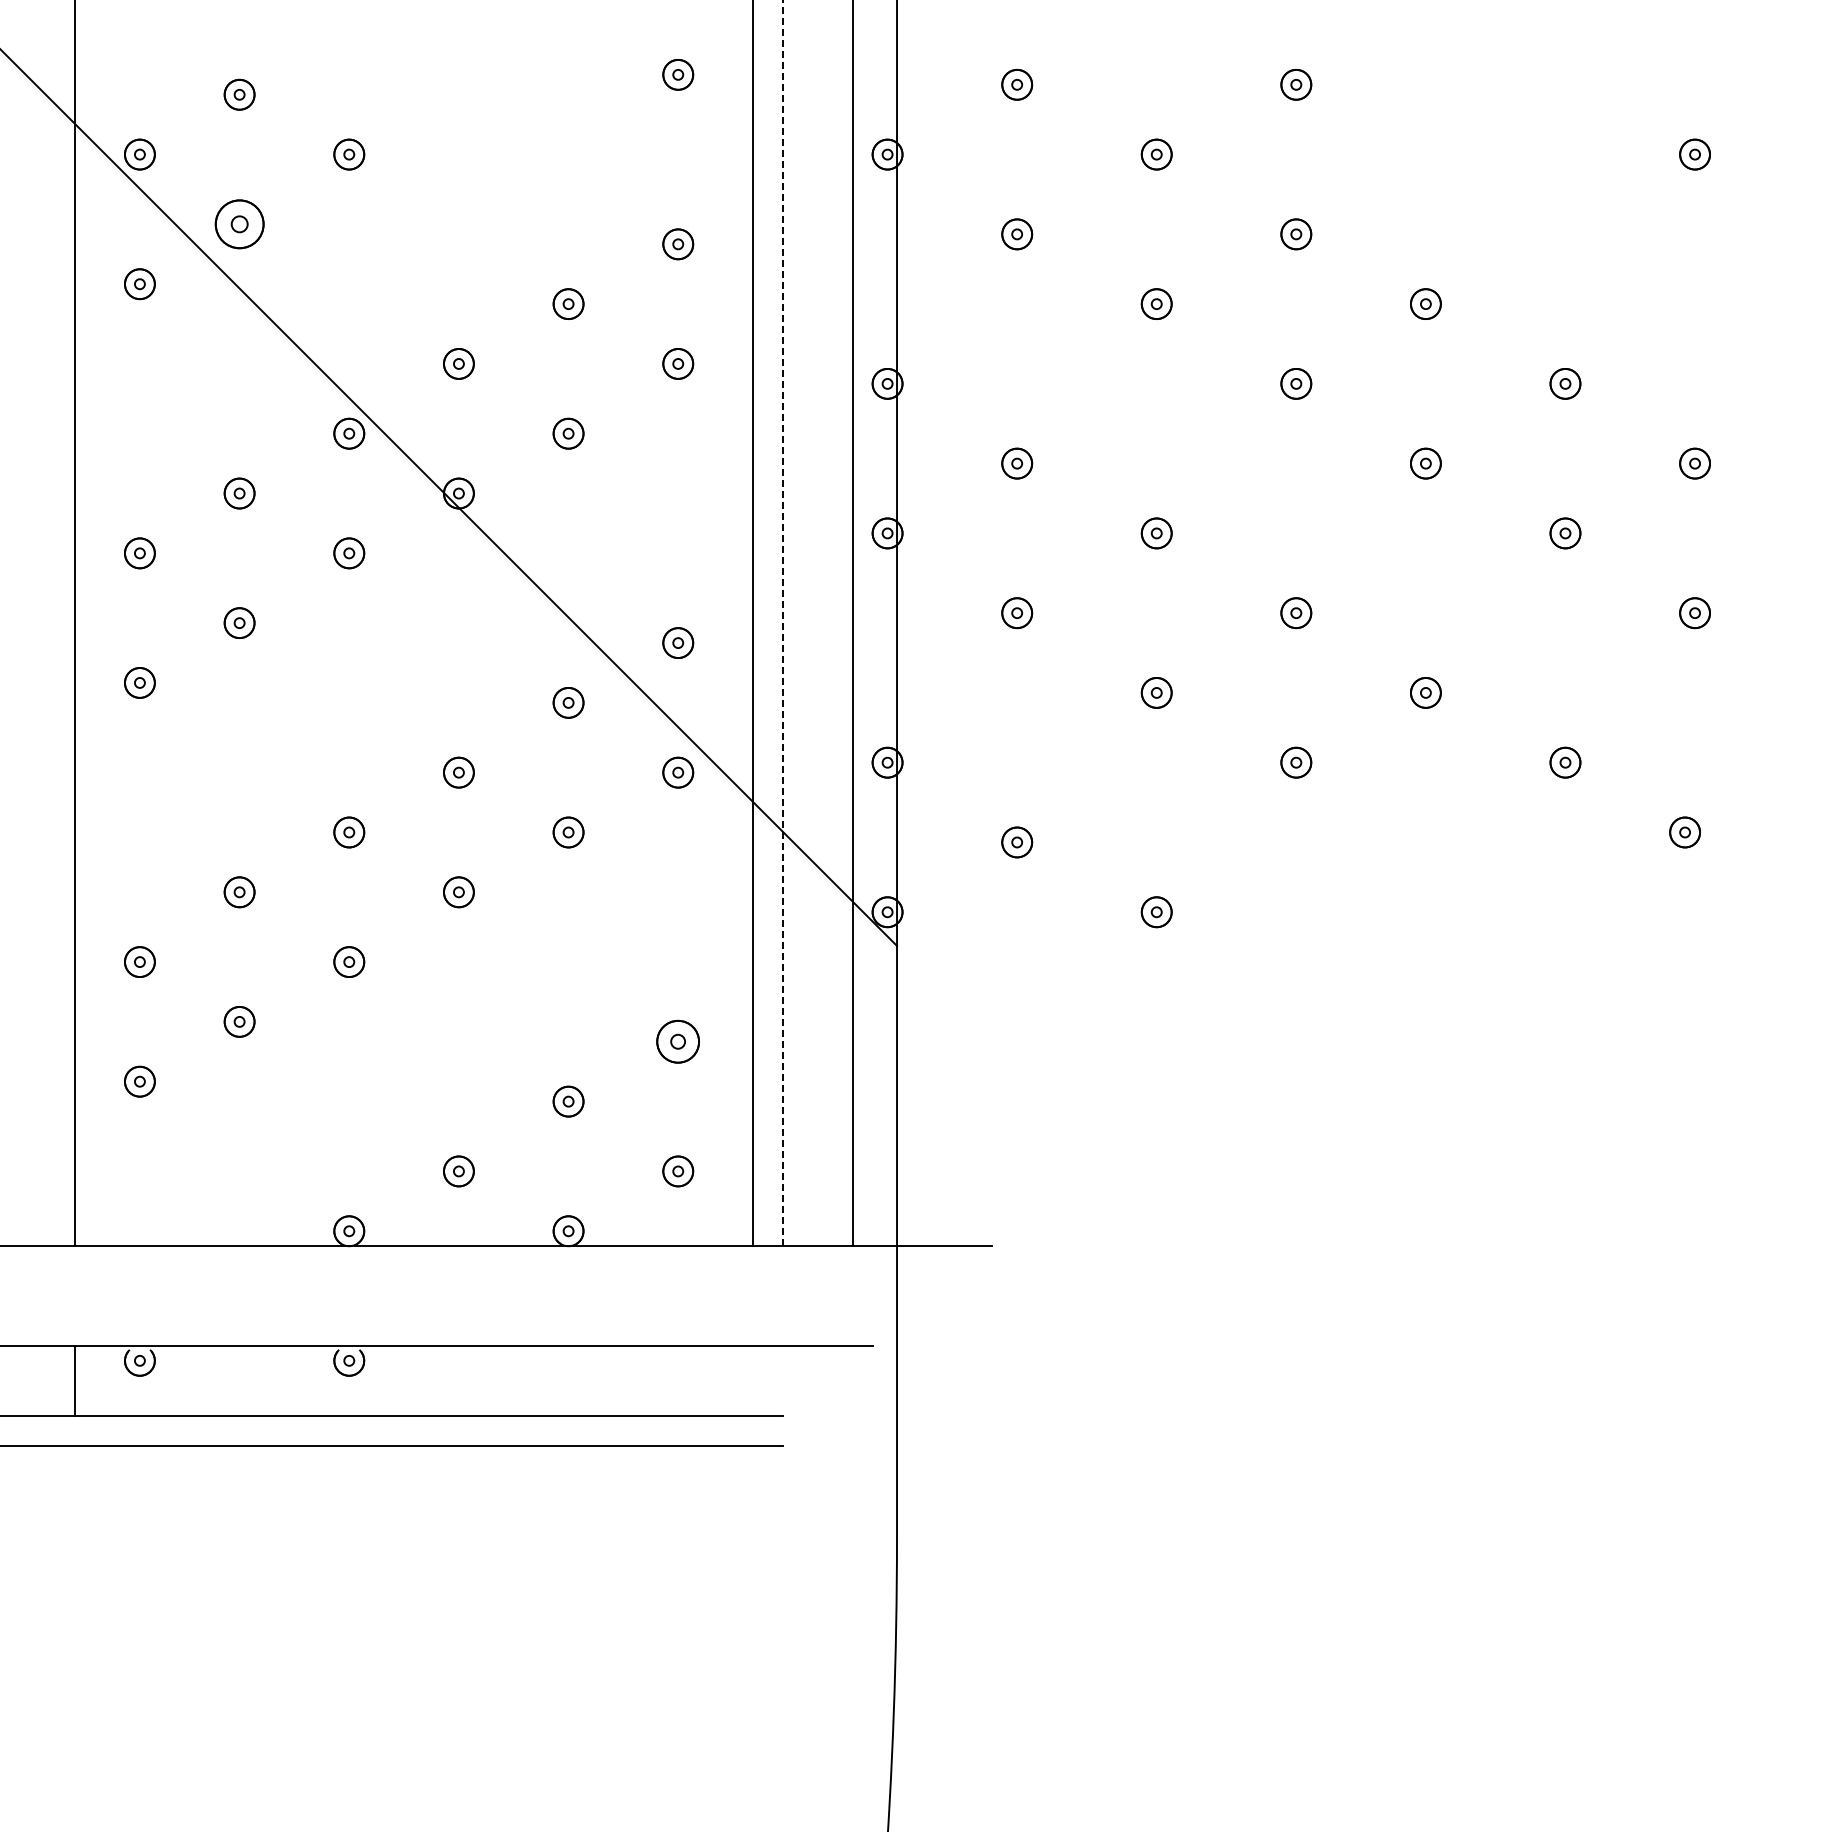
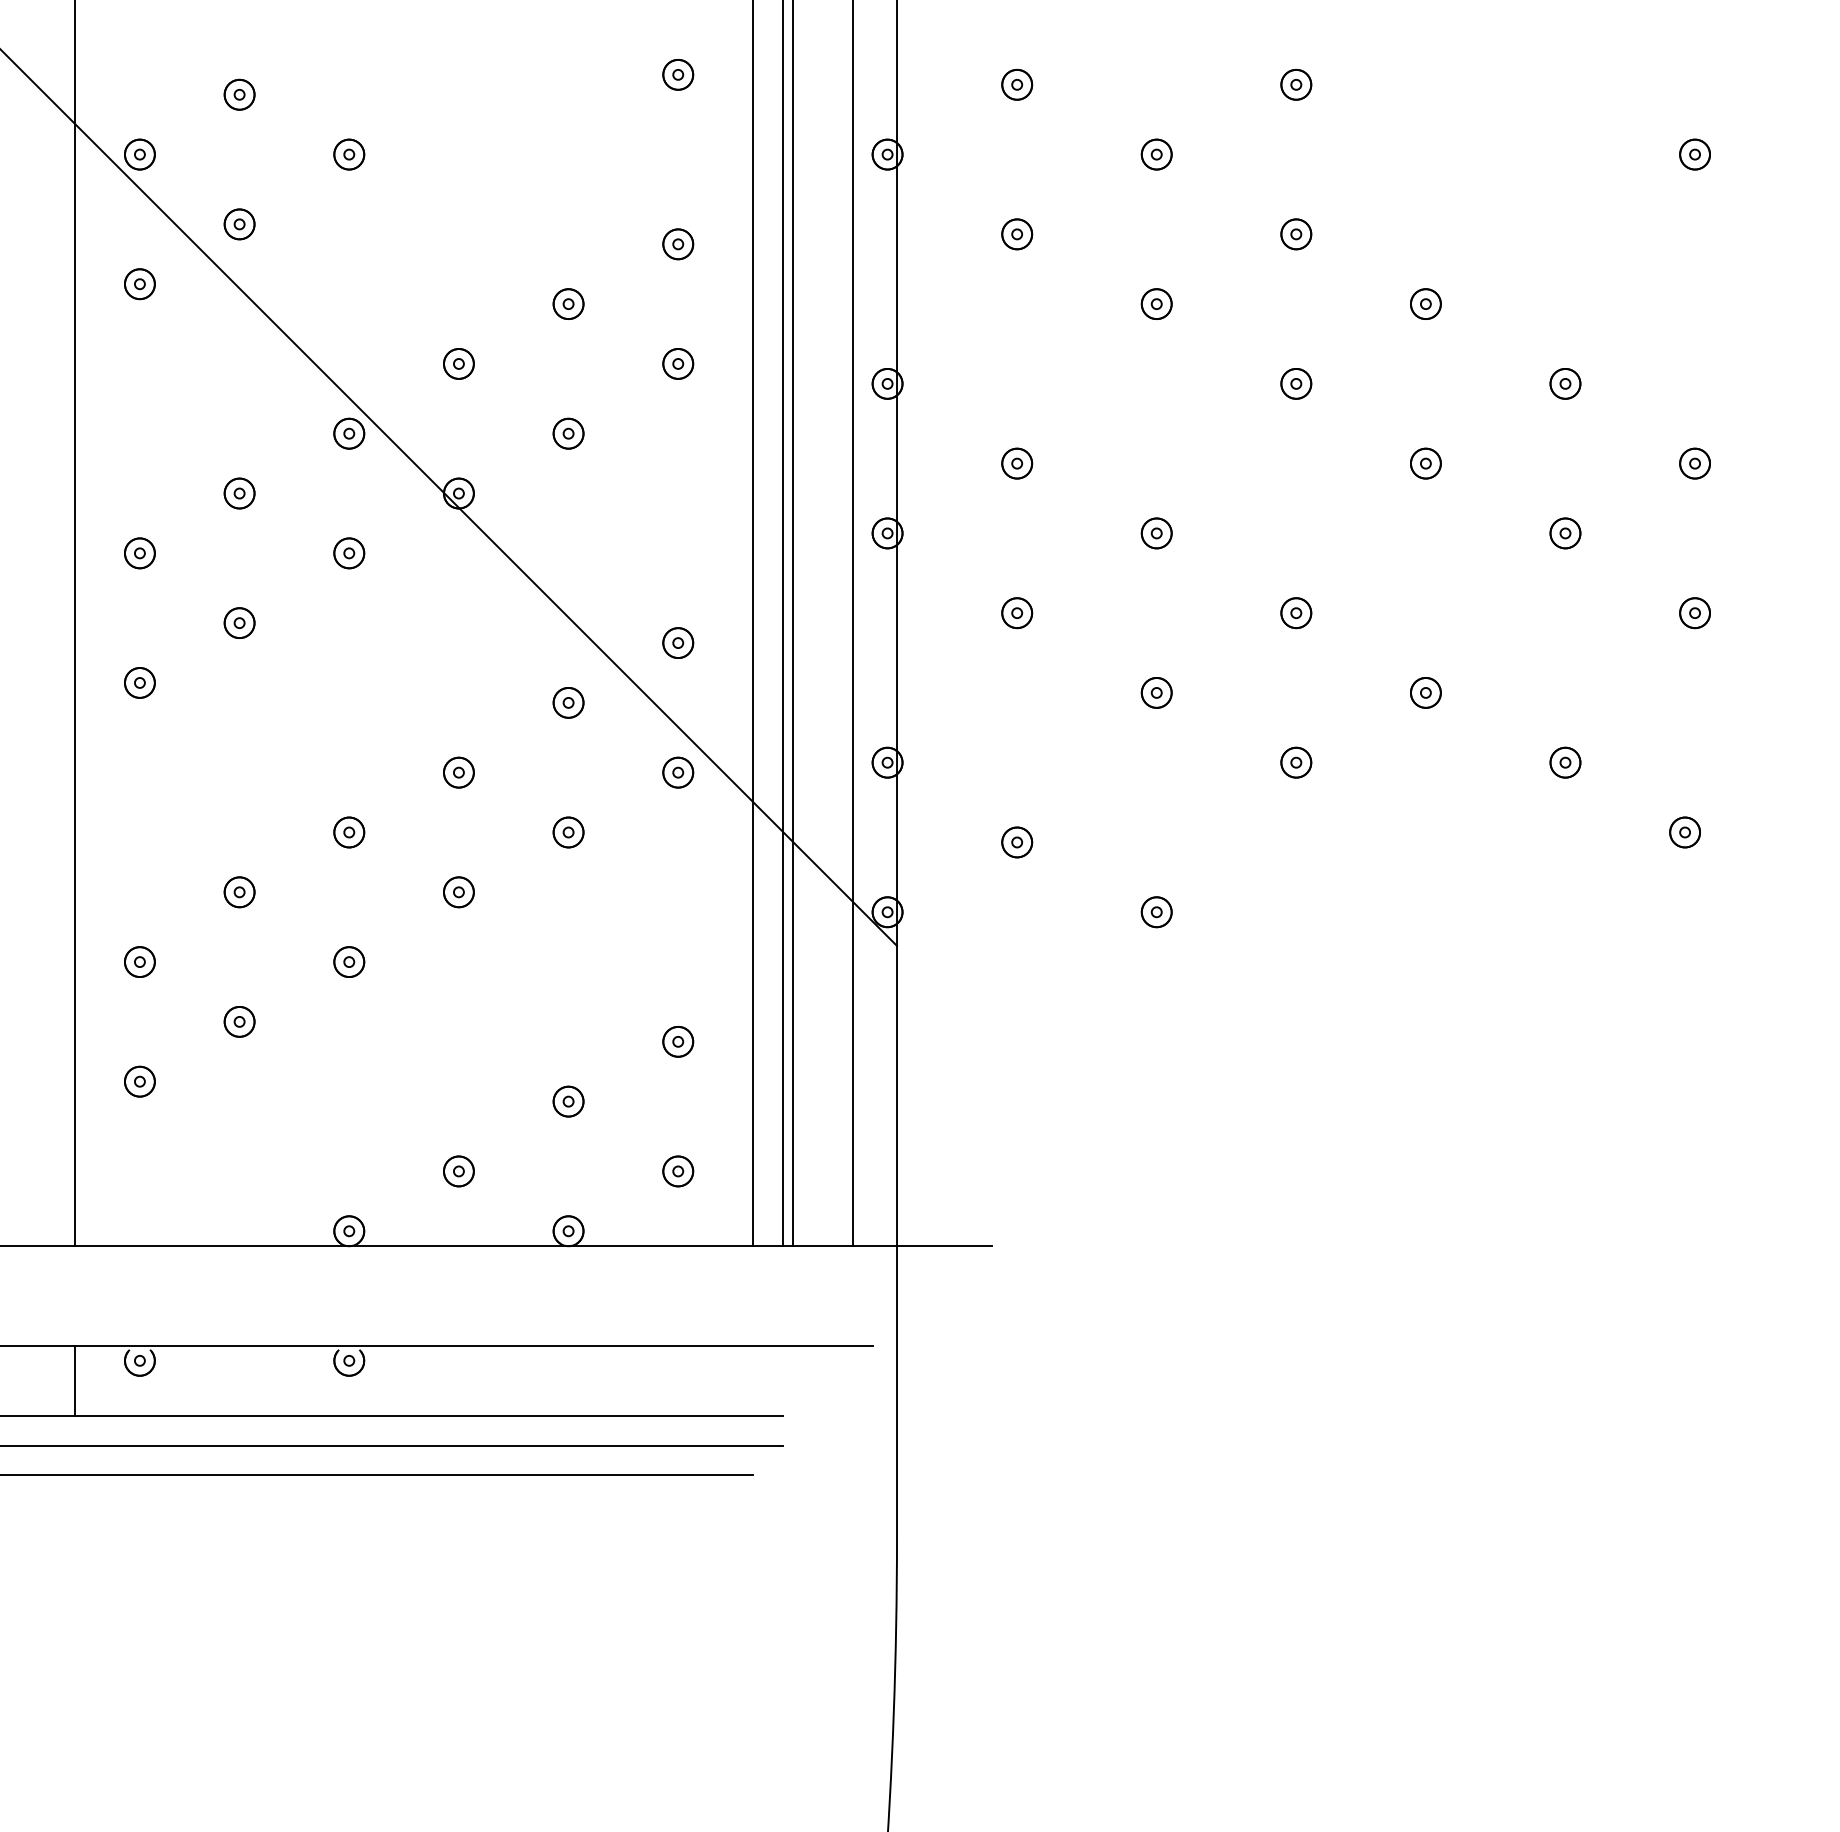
part at (239, 224) size: 51x51 px -> 33x33 px
line at (782, 623): dashed -> solid
line at (792, 624): none -> present
part at (677, 1041) size: 44x45 px -> 33x32 px
line at (377, 1475): none -> present
